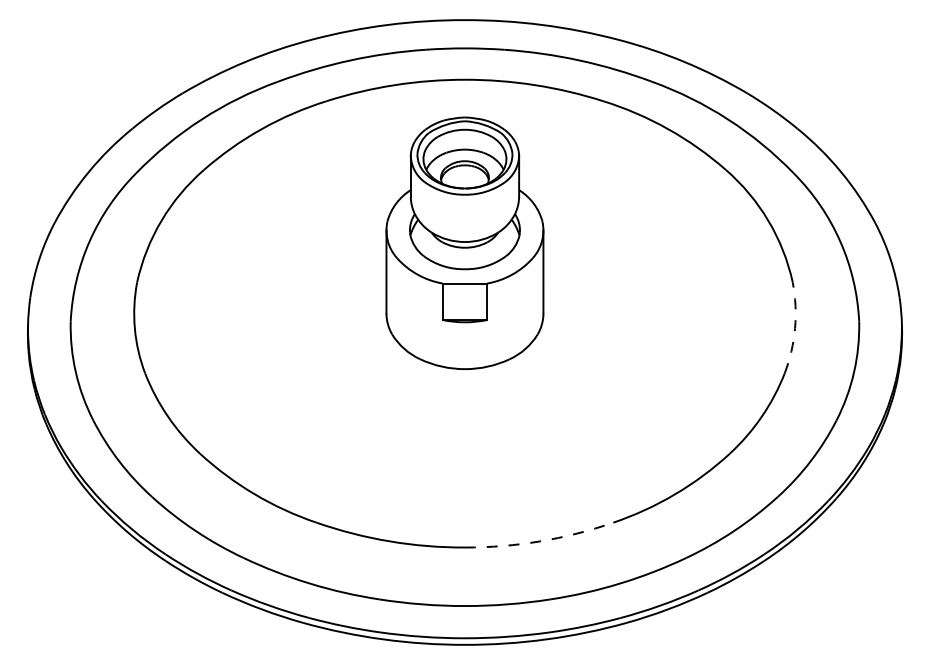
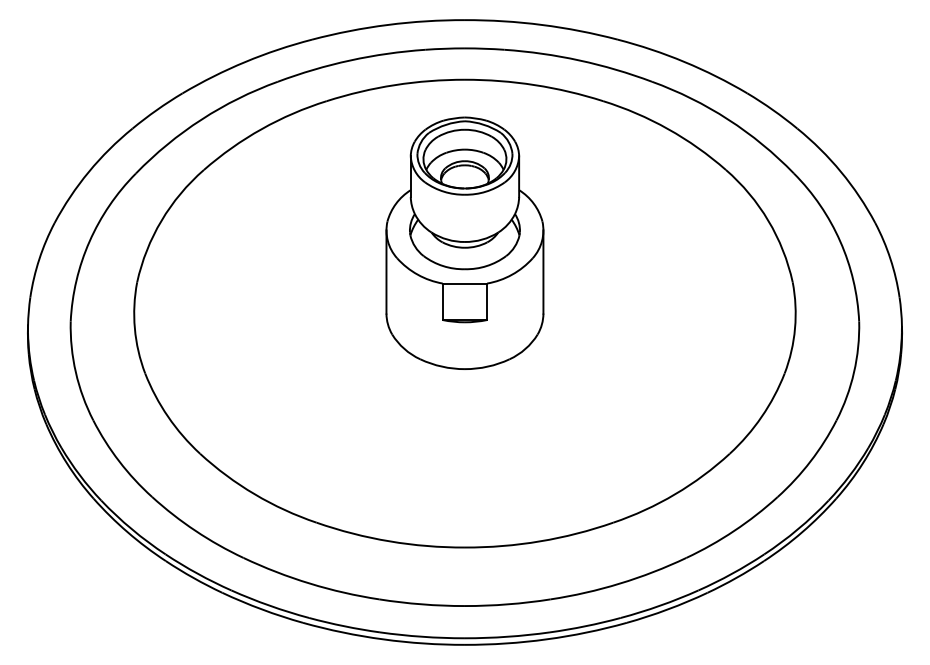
arc at (795, 328): dashed -> solid
arc at (540, 541): dashed -> solid
